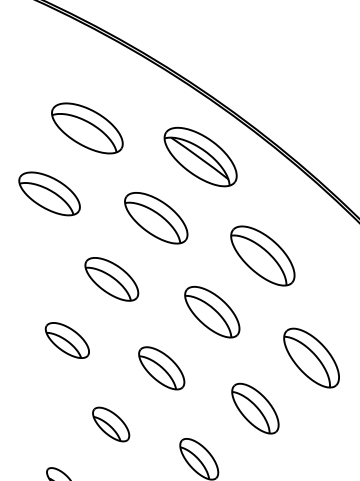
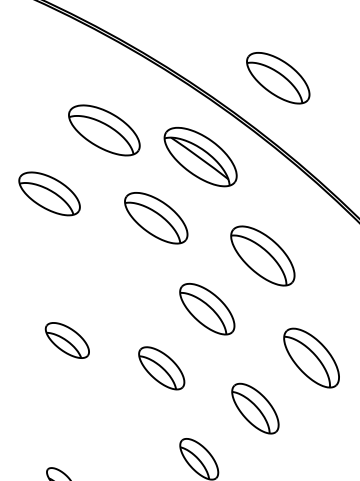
part at (278, 78): none -> present
part at (87, 128) position: (87, 128) -> (104, 130)
part at (111, 279): present -> none
part at (212, 312) position: (212, 312) -> (207, 309)
part at (111, 424): present -> none
